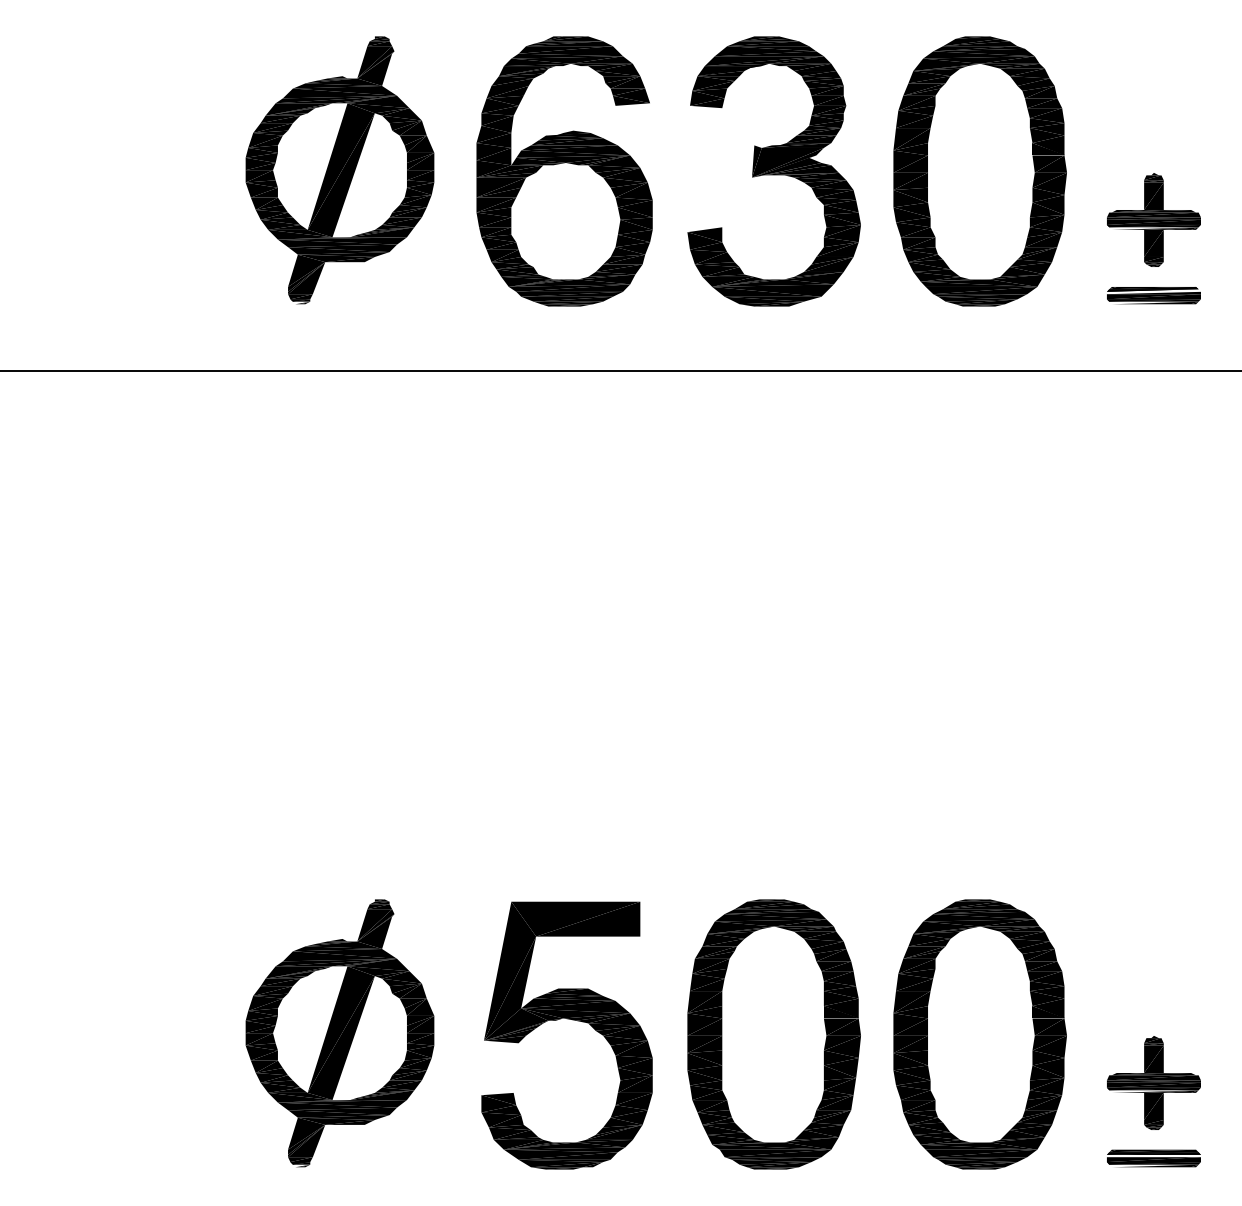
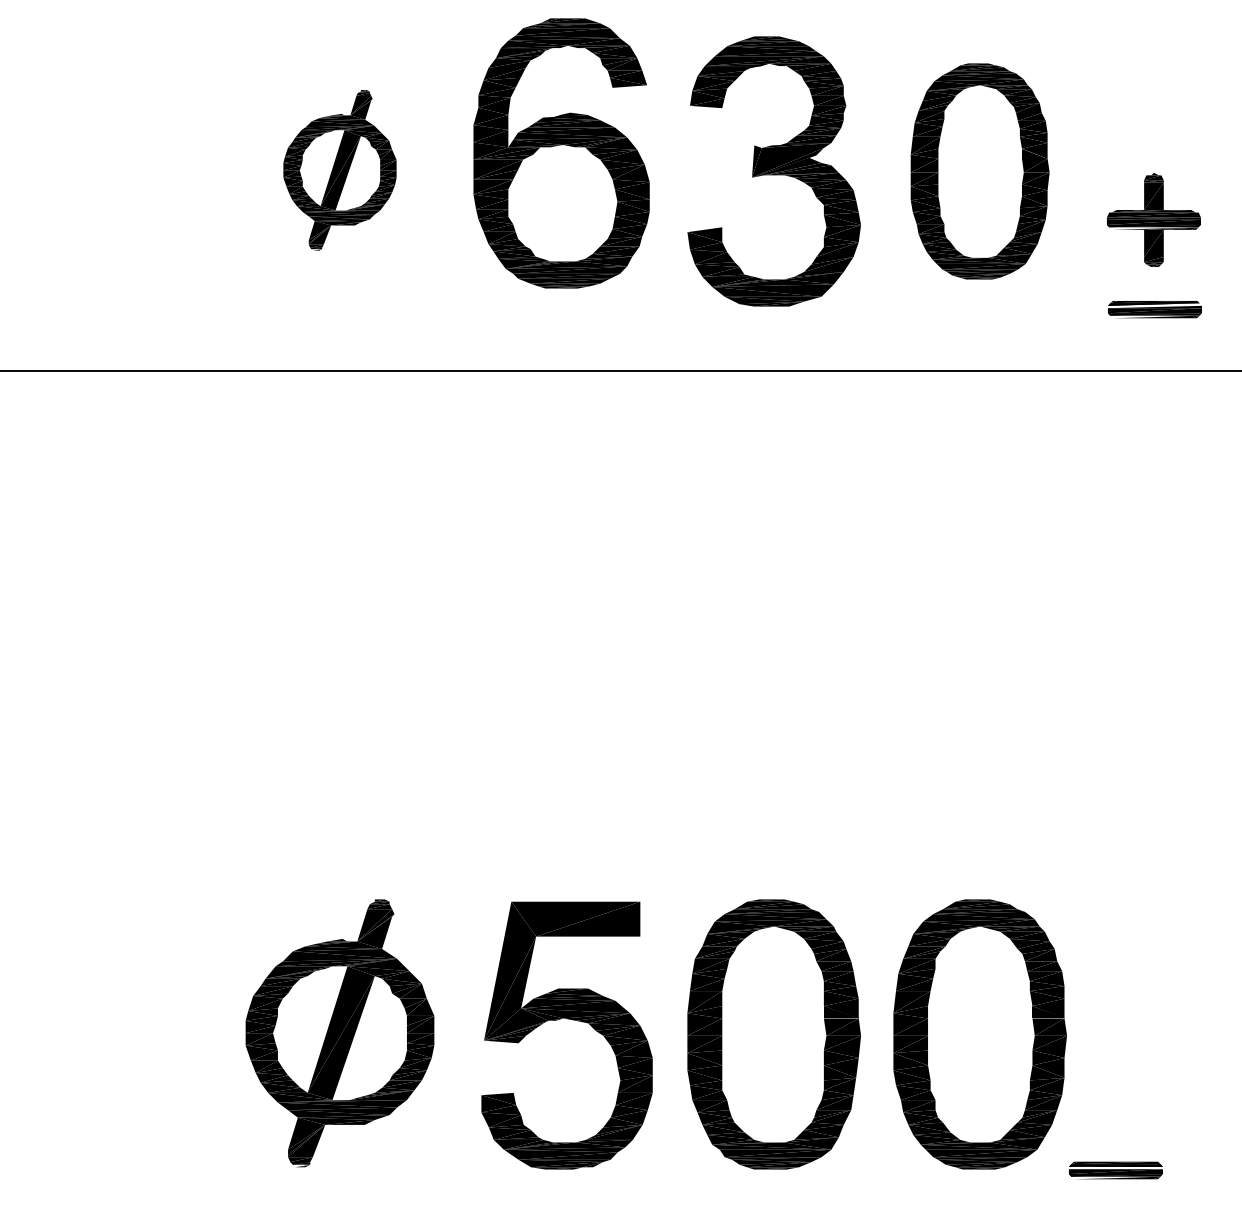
part at (339, 170) size: 190x269 px -> 114x161 px
part at (564, 171) position: (564, 171) -> (561, 153)
part at (979, 171) size: 174x271 px -> 140x217 px
part at (1153, 295) position: (1153, 295) -> (1154, 309)
part at (1153, 1082): present -> none
part at (1153, 1158) position: (1153, 1158) -> (1115, 1170)
